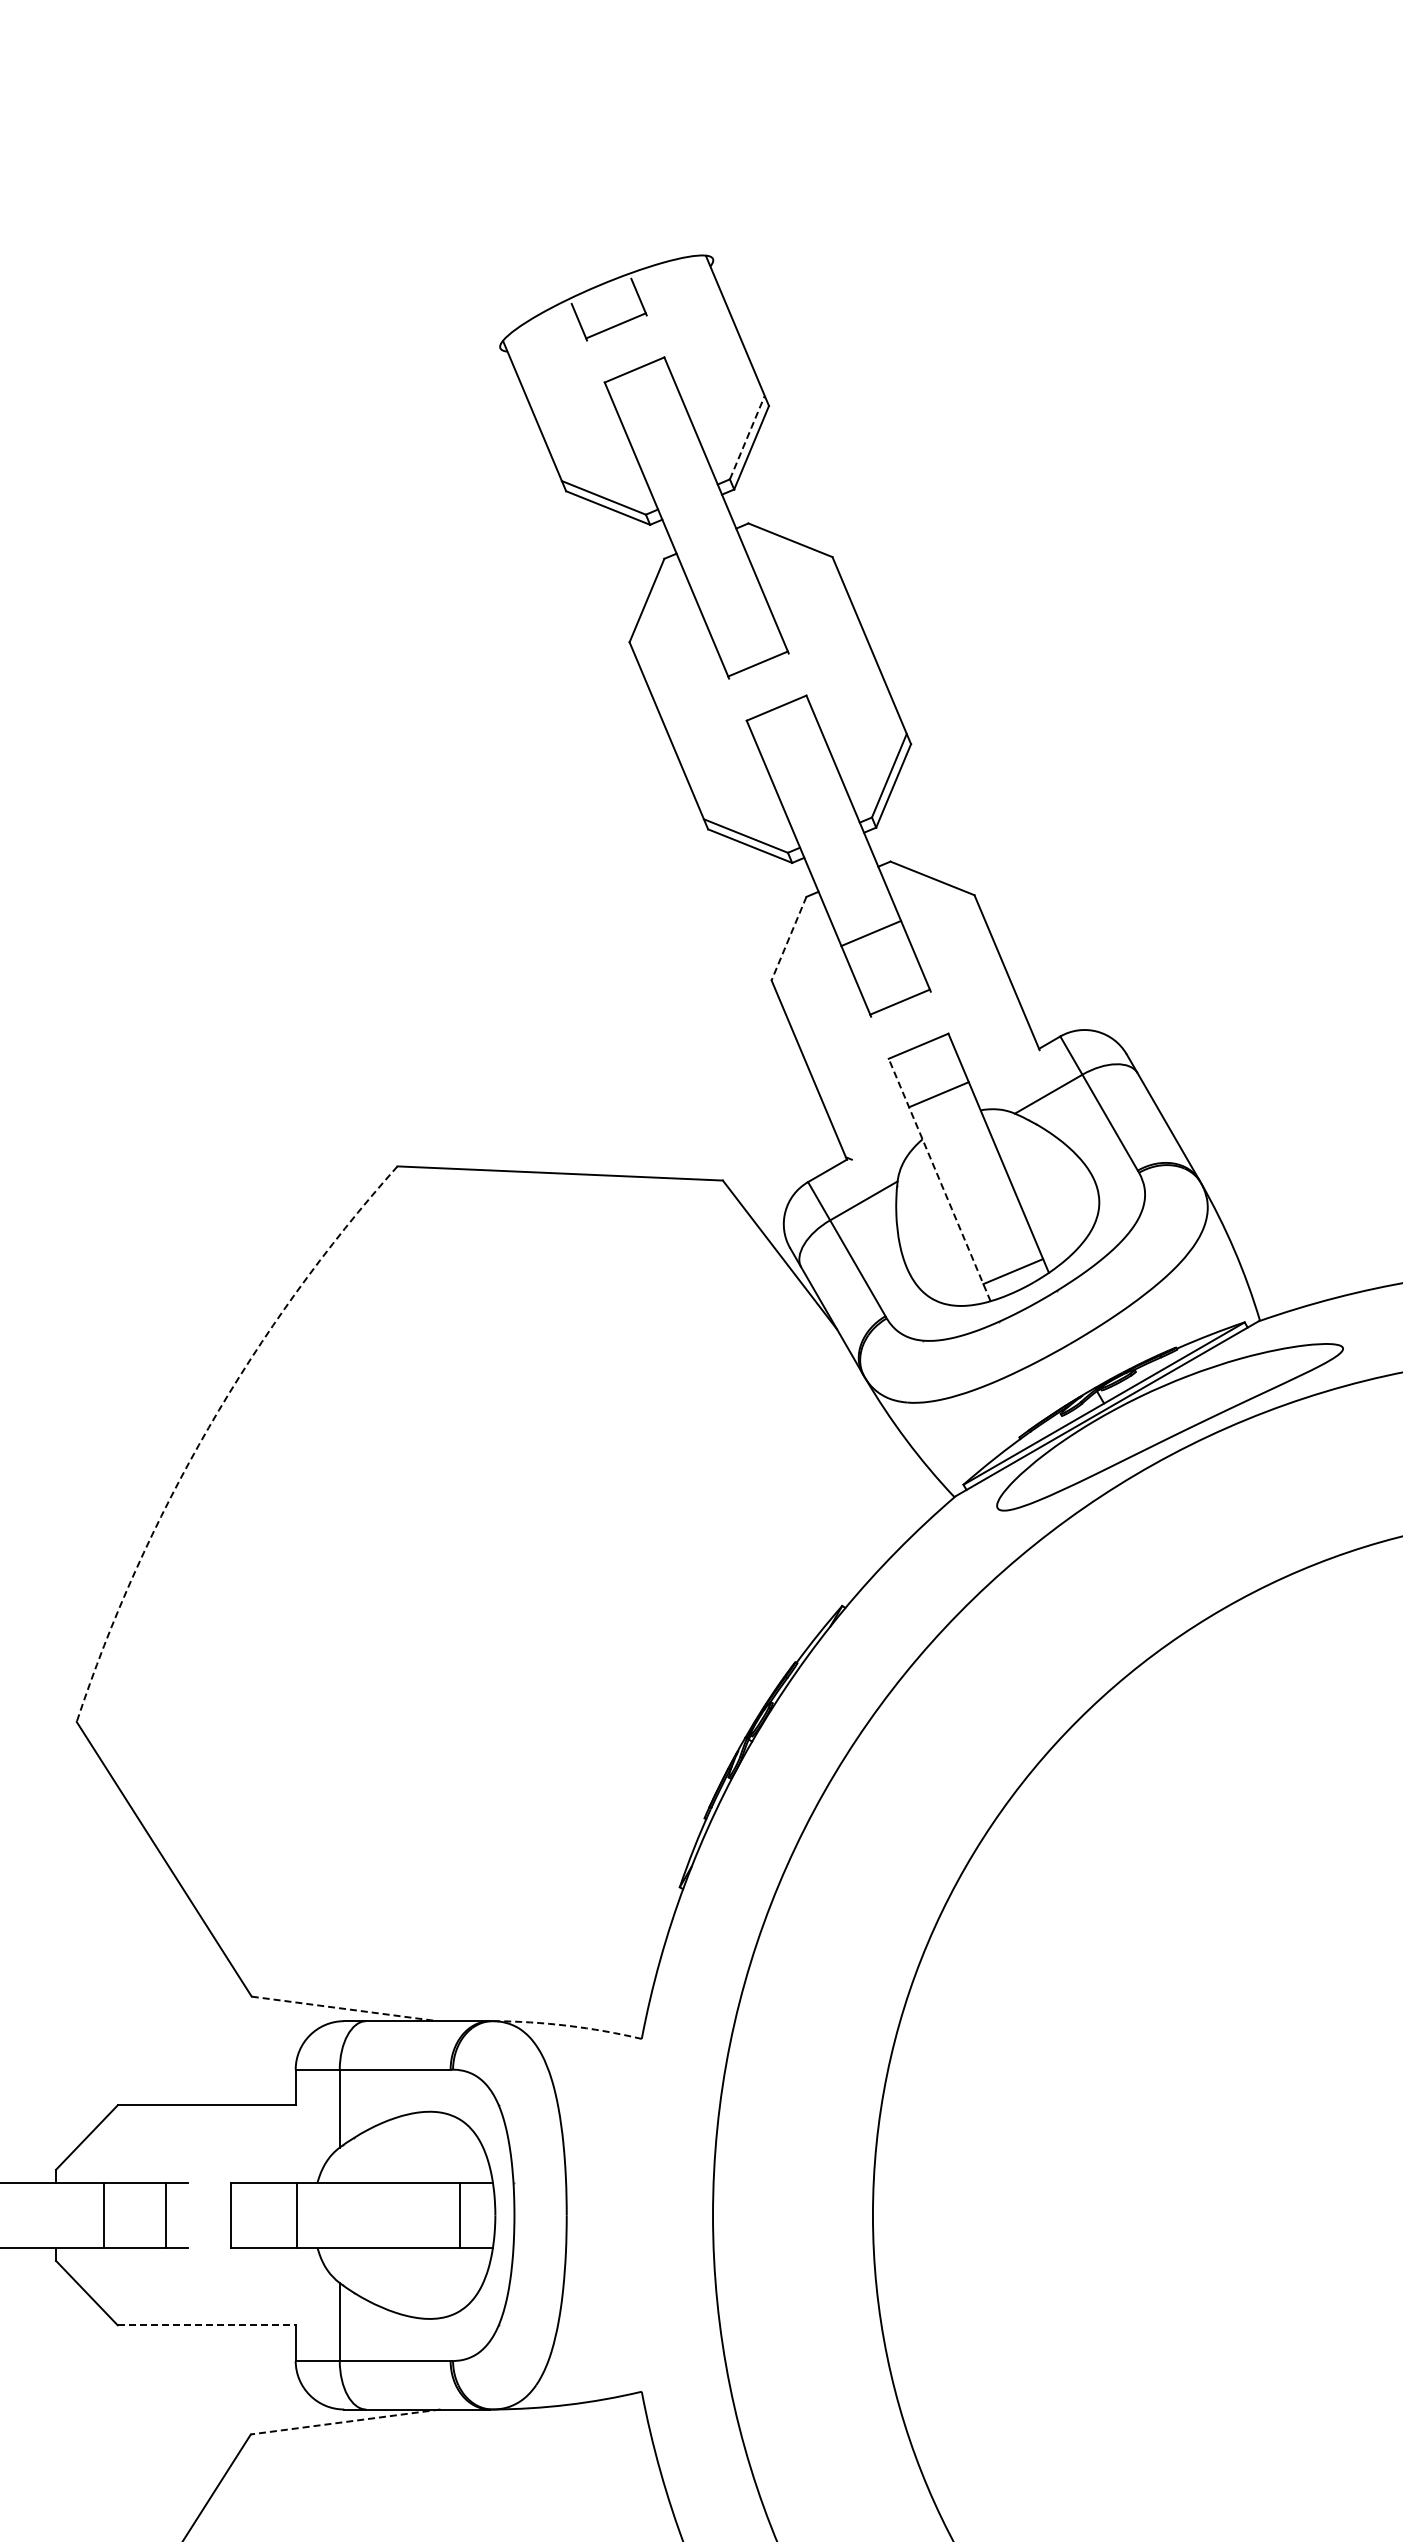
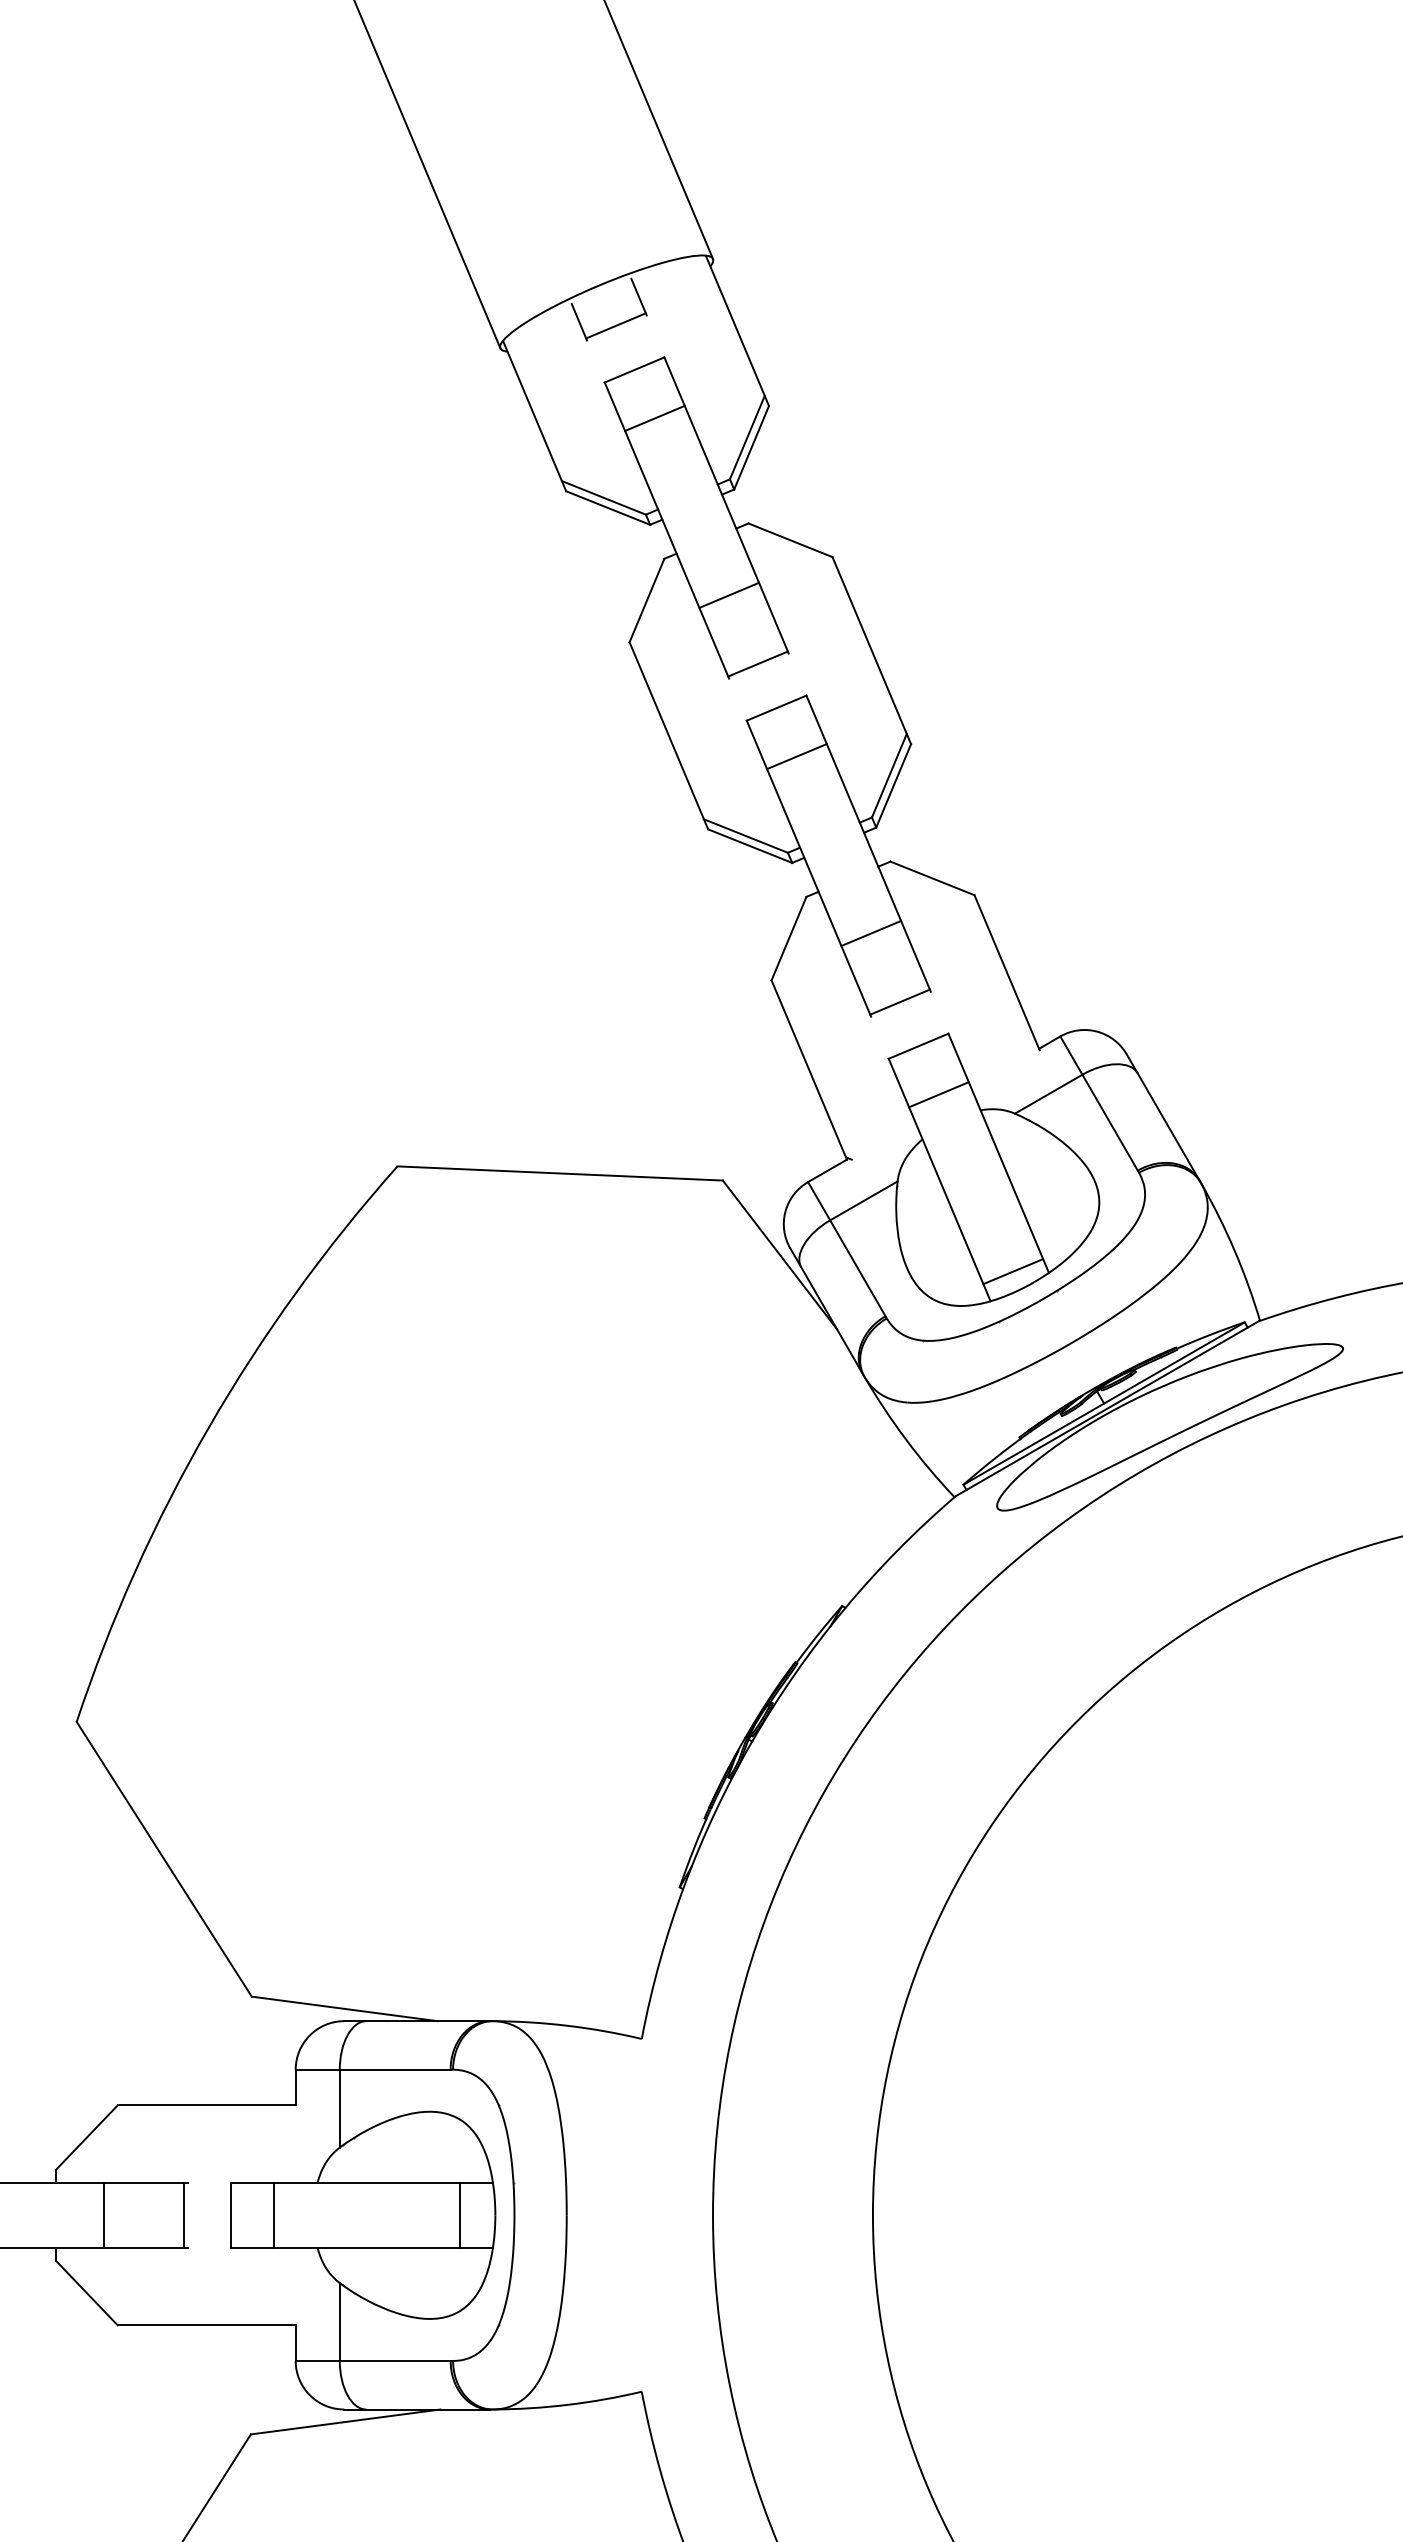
line at (659, 130): none -> present
line at (427, 175): none -> present
line at (654, 417): none -> present
line at (747, 437): dashed -> solid
line at (729, 594): none -> present
line at (796, 756): none -> present
line at (788, 939): dashed -> solid
line at (939, 1179): dashed -> solid
arc at (208, 1427): dashed -> solid
line at (344, 2008): dashed -> solid
arc at (567, 2025): dashed -> solid
line at (166, 2214) position: (166, 2214) -> (184, 2214)
line at (296, 2214) position: (296, 2214) -> (273, 2214)
line at (207, 2325): dashed -> solid
line at (345, 2421): dashed -> solid
